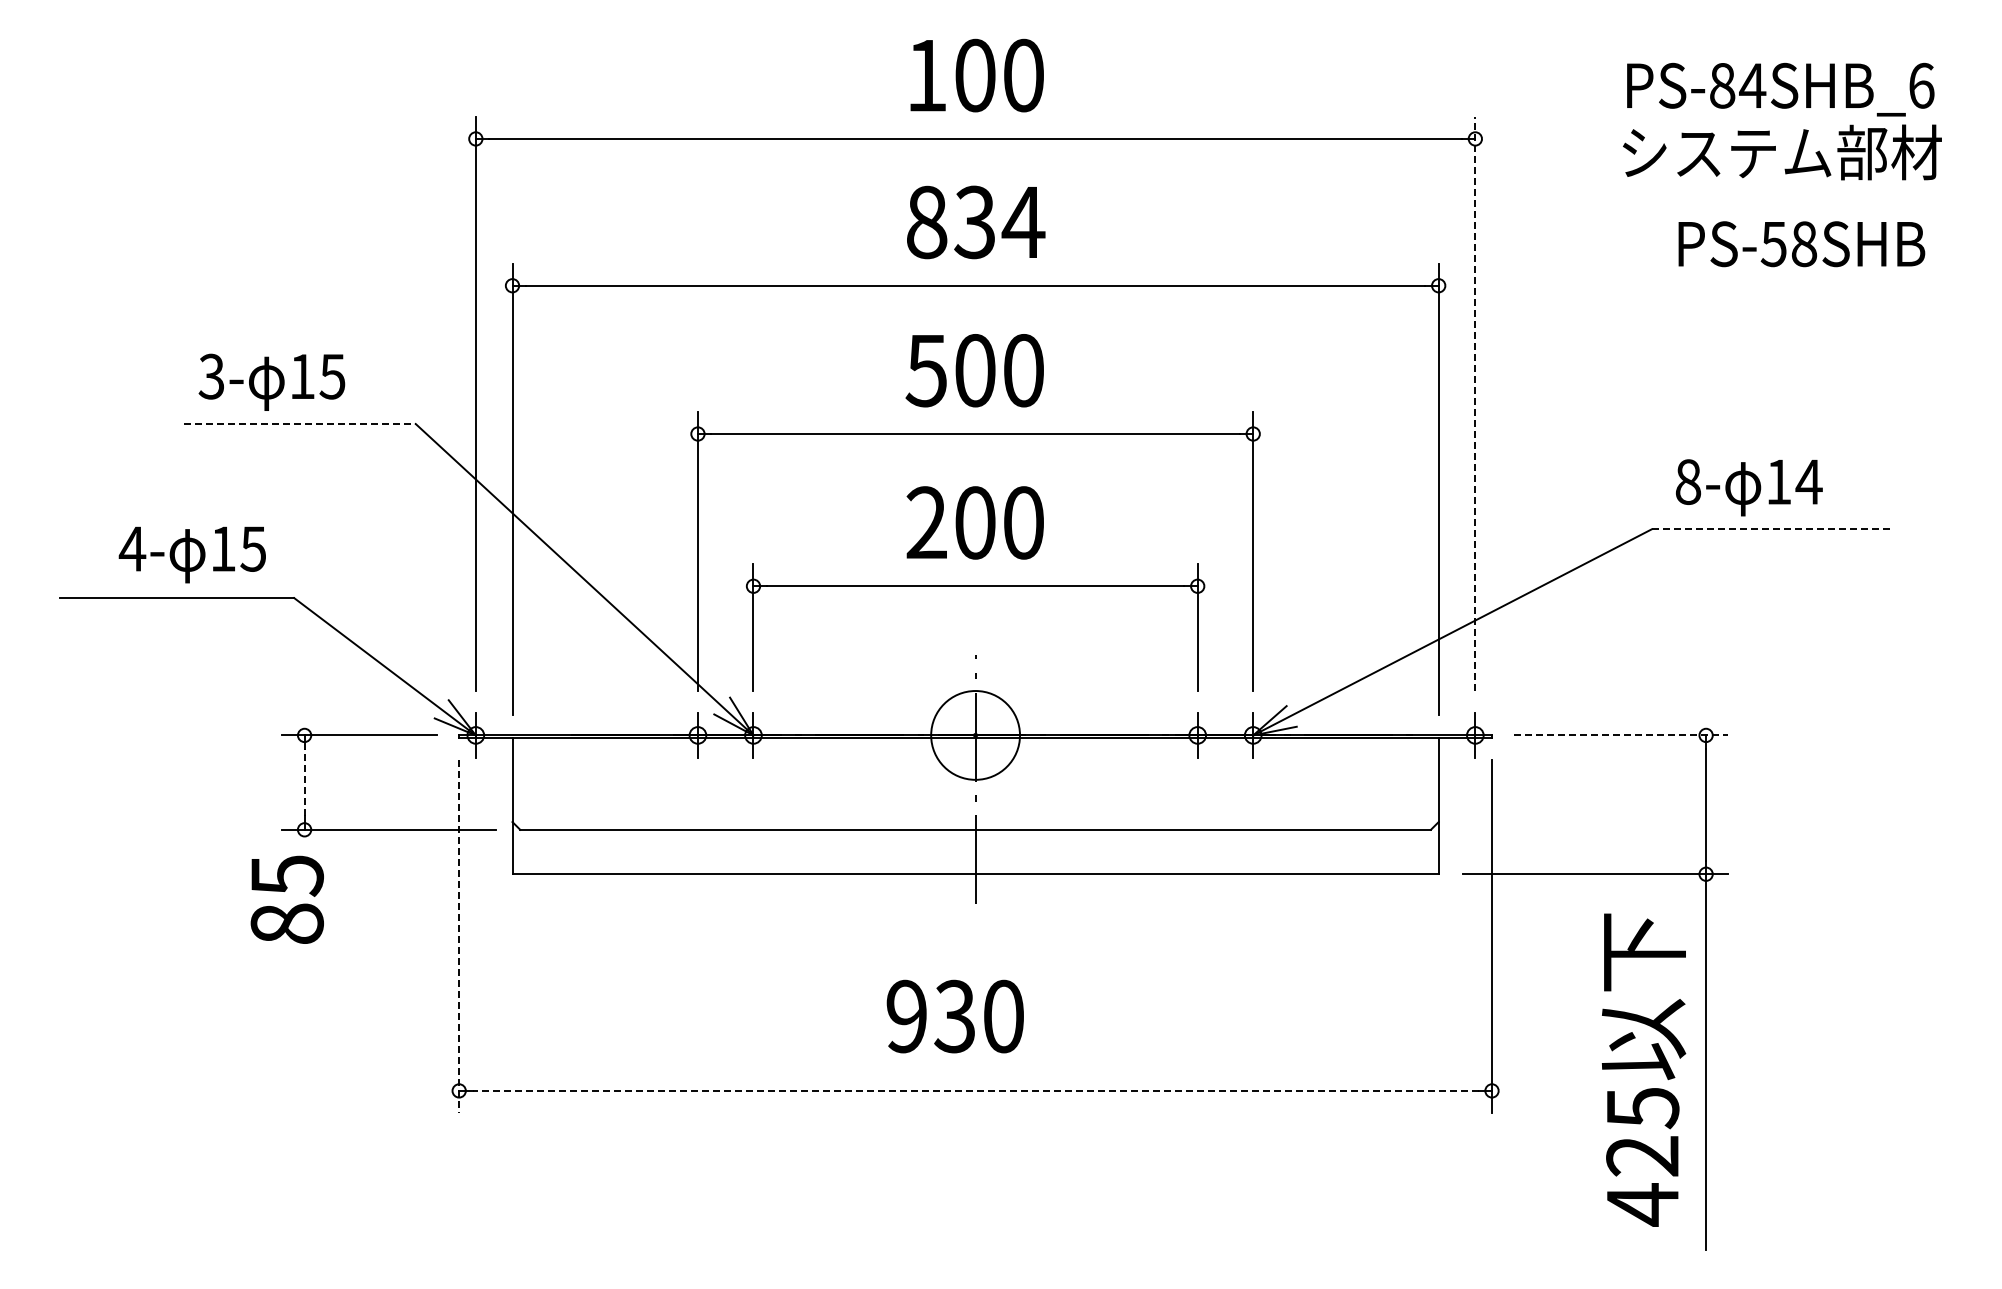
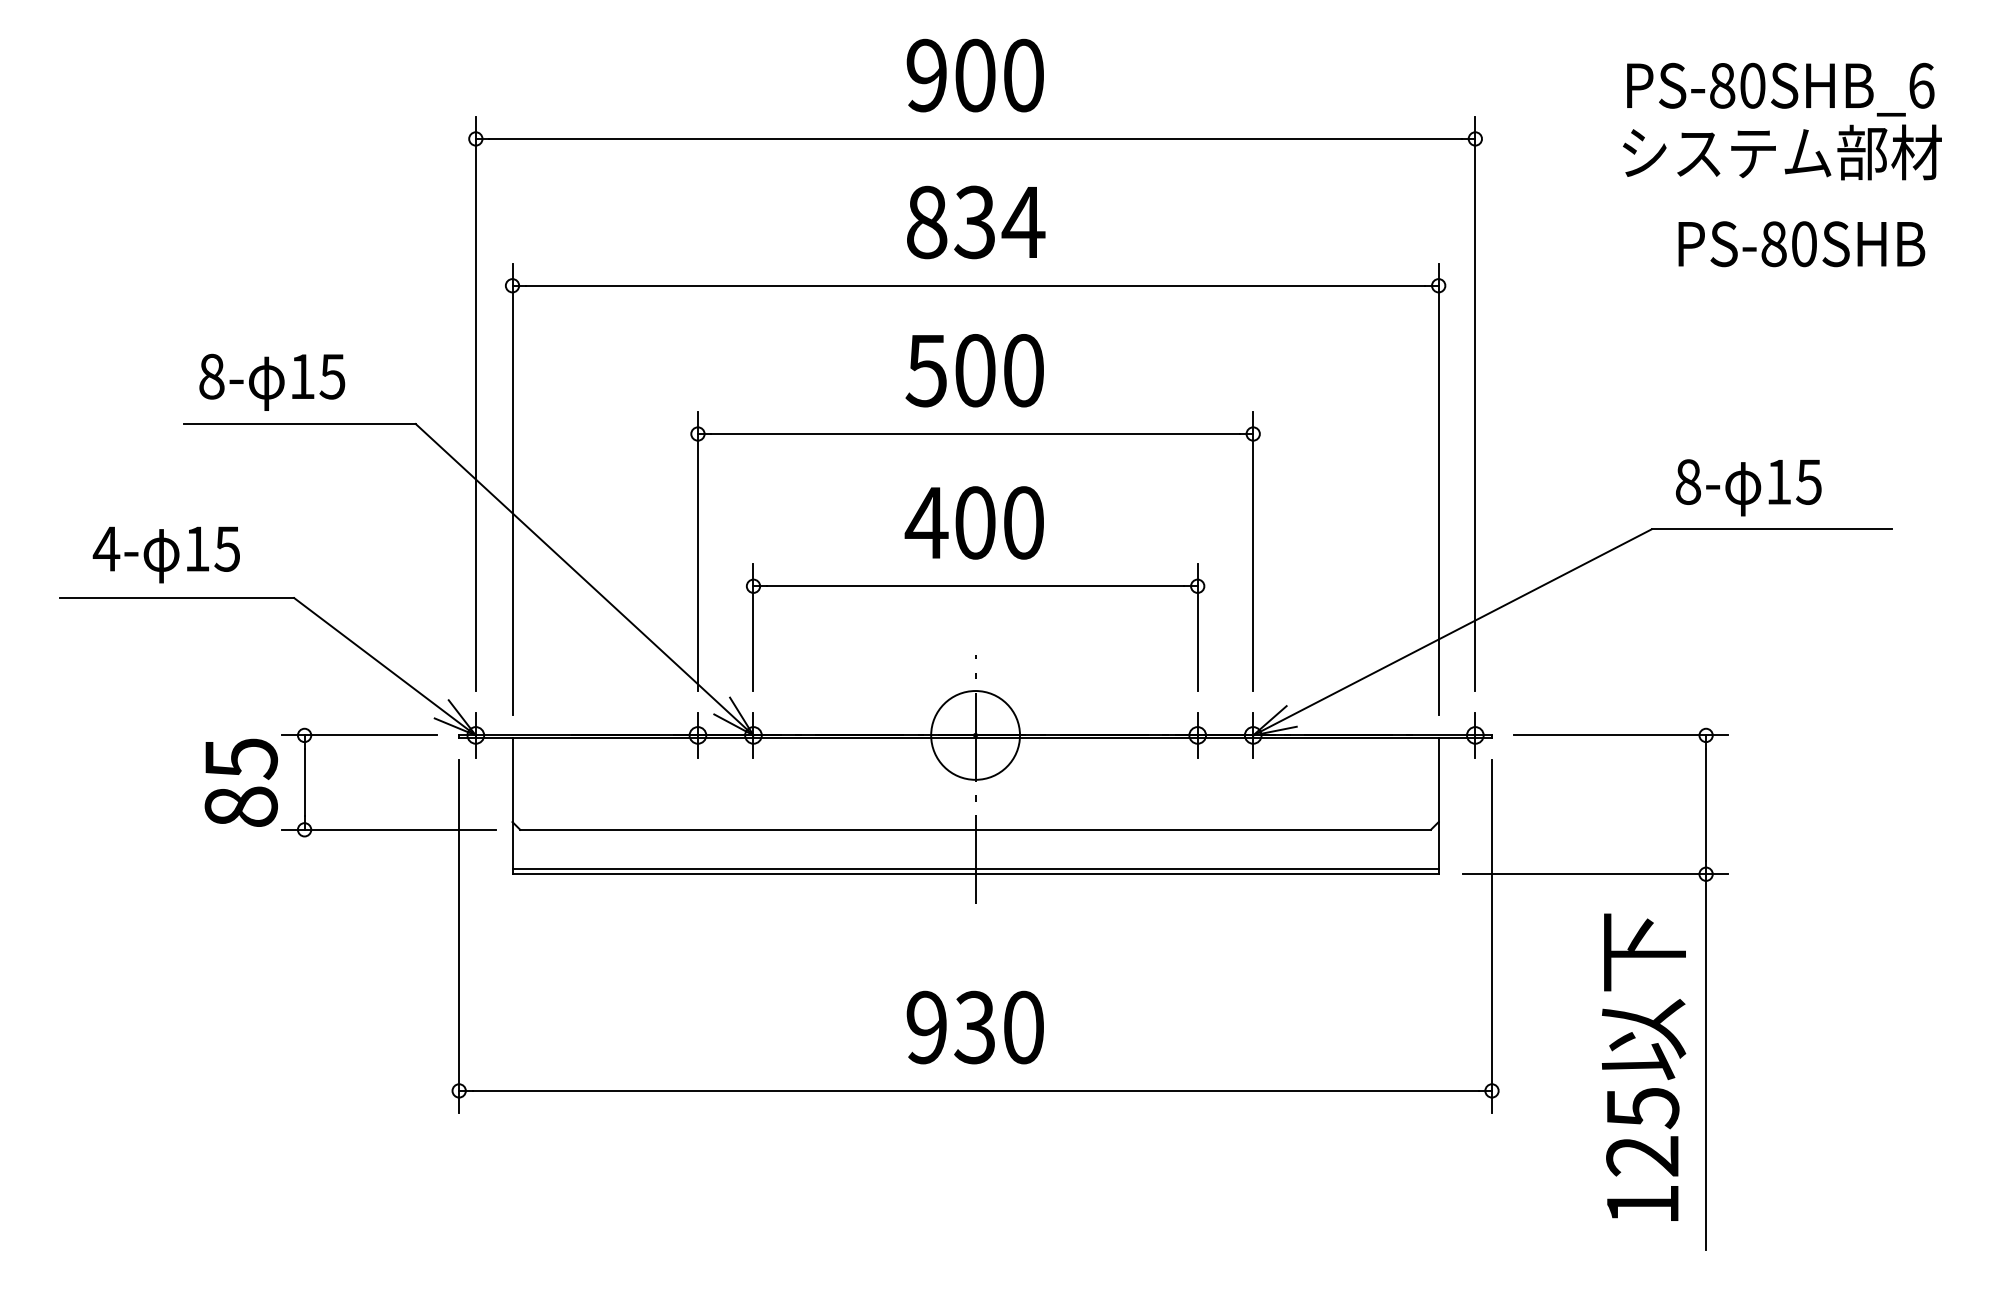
text at (926, 75): 100 -> 900
text at (1752, 85): PS-84SHB_6 -> PS-80SHB_6
text at (1788, 244): PS-58SHB -> PS-80SHB
text at (211, 376): 3- -> 8-
line at (1475, 403): dashed -> solid
line at (299, 424): dashed -> solid
text at (1808, 481): 14 -> 15
text at (926, 522): 200 -> 400
line at (1772, 529): dashed -> solid
text at (191, 554) position: (191, 554) -> (165, 554)
line at (1621, 735): dashed -> solid
line at (304, 782): dashed -> solid
line at (975, 868): none -> present
text at (286, 899) position: (286, 899) -> (240, 782)
line at (459, 936): dashed -> solid
text at (954, 1016) position: (954, 1016) -> (974, 1027)
line at (975, 1090): dashed -> solid
text at (1642, 1204): 425 -> 125
